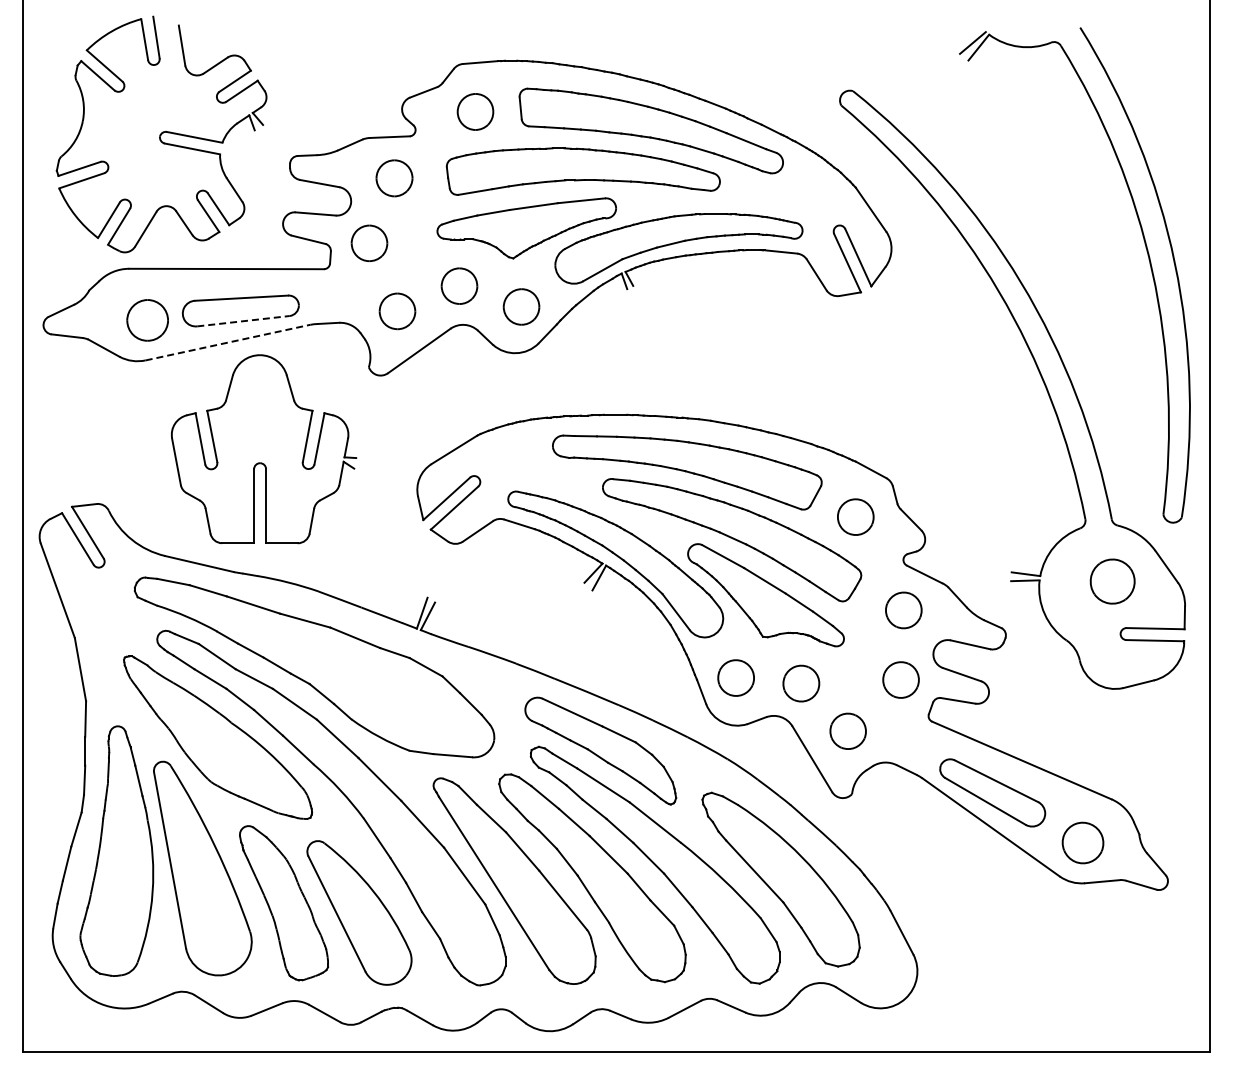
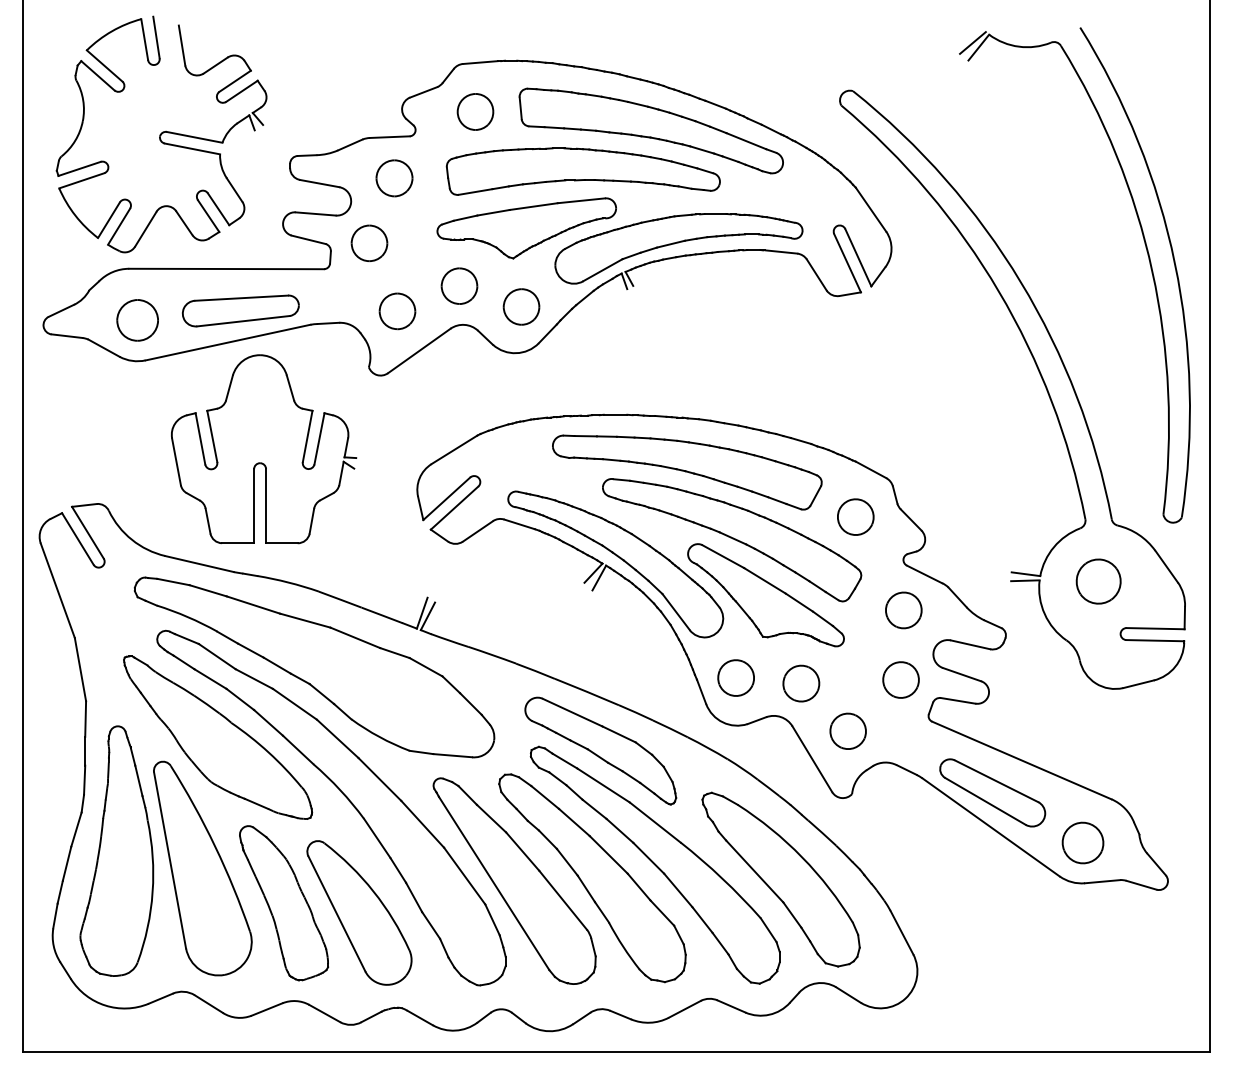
part at (147, 320) position: (147, 320) -> (137, 320)
line at (243, 321): dashed -> solid
line at (228, 342): dashed -> solid
part at (1112, 581) position: (1112, 581) -> (1098, 581)
